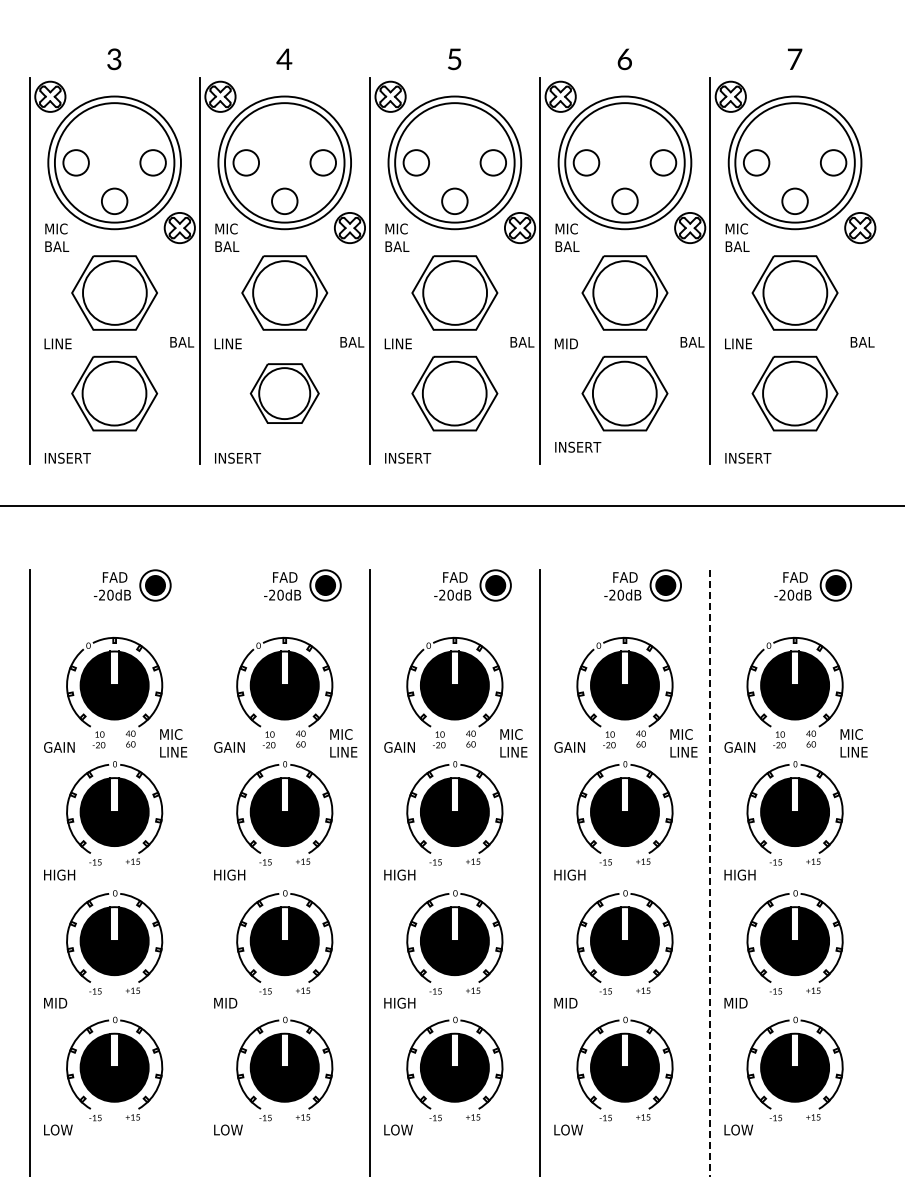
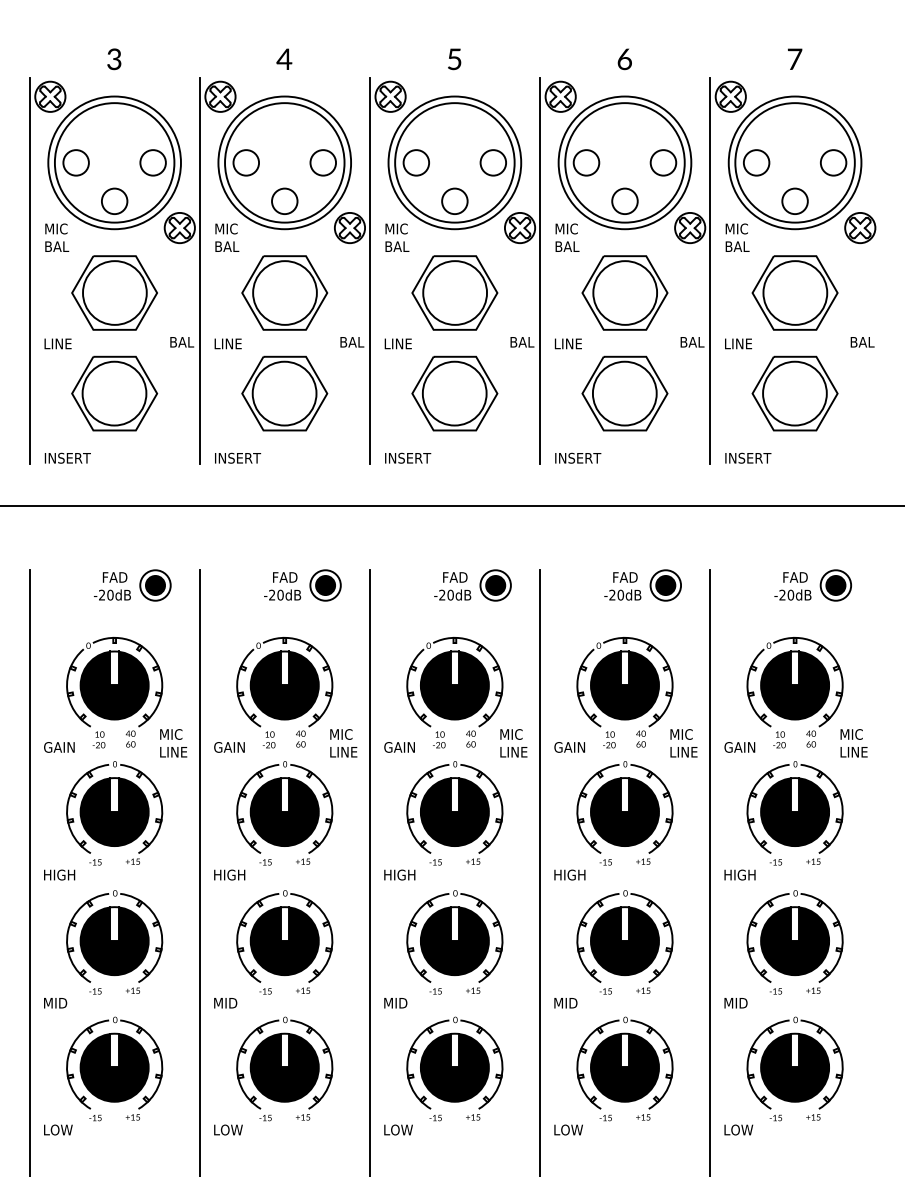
text at (568, 343): MID -> LINE
part at (284, 393) size: 71x61 px -> 88x77 px
text at (578, 446) position: (578, 446) -> (578, 457)
line at (199, 871): none -> present
line at (710, 873): dashed -> solid
text at (400, 1002): HIGH -> MID
